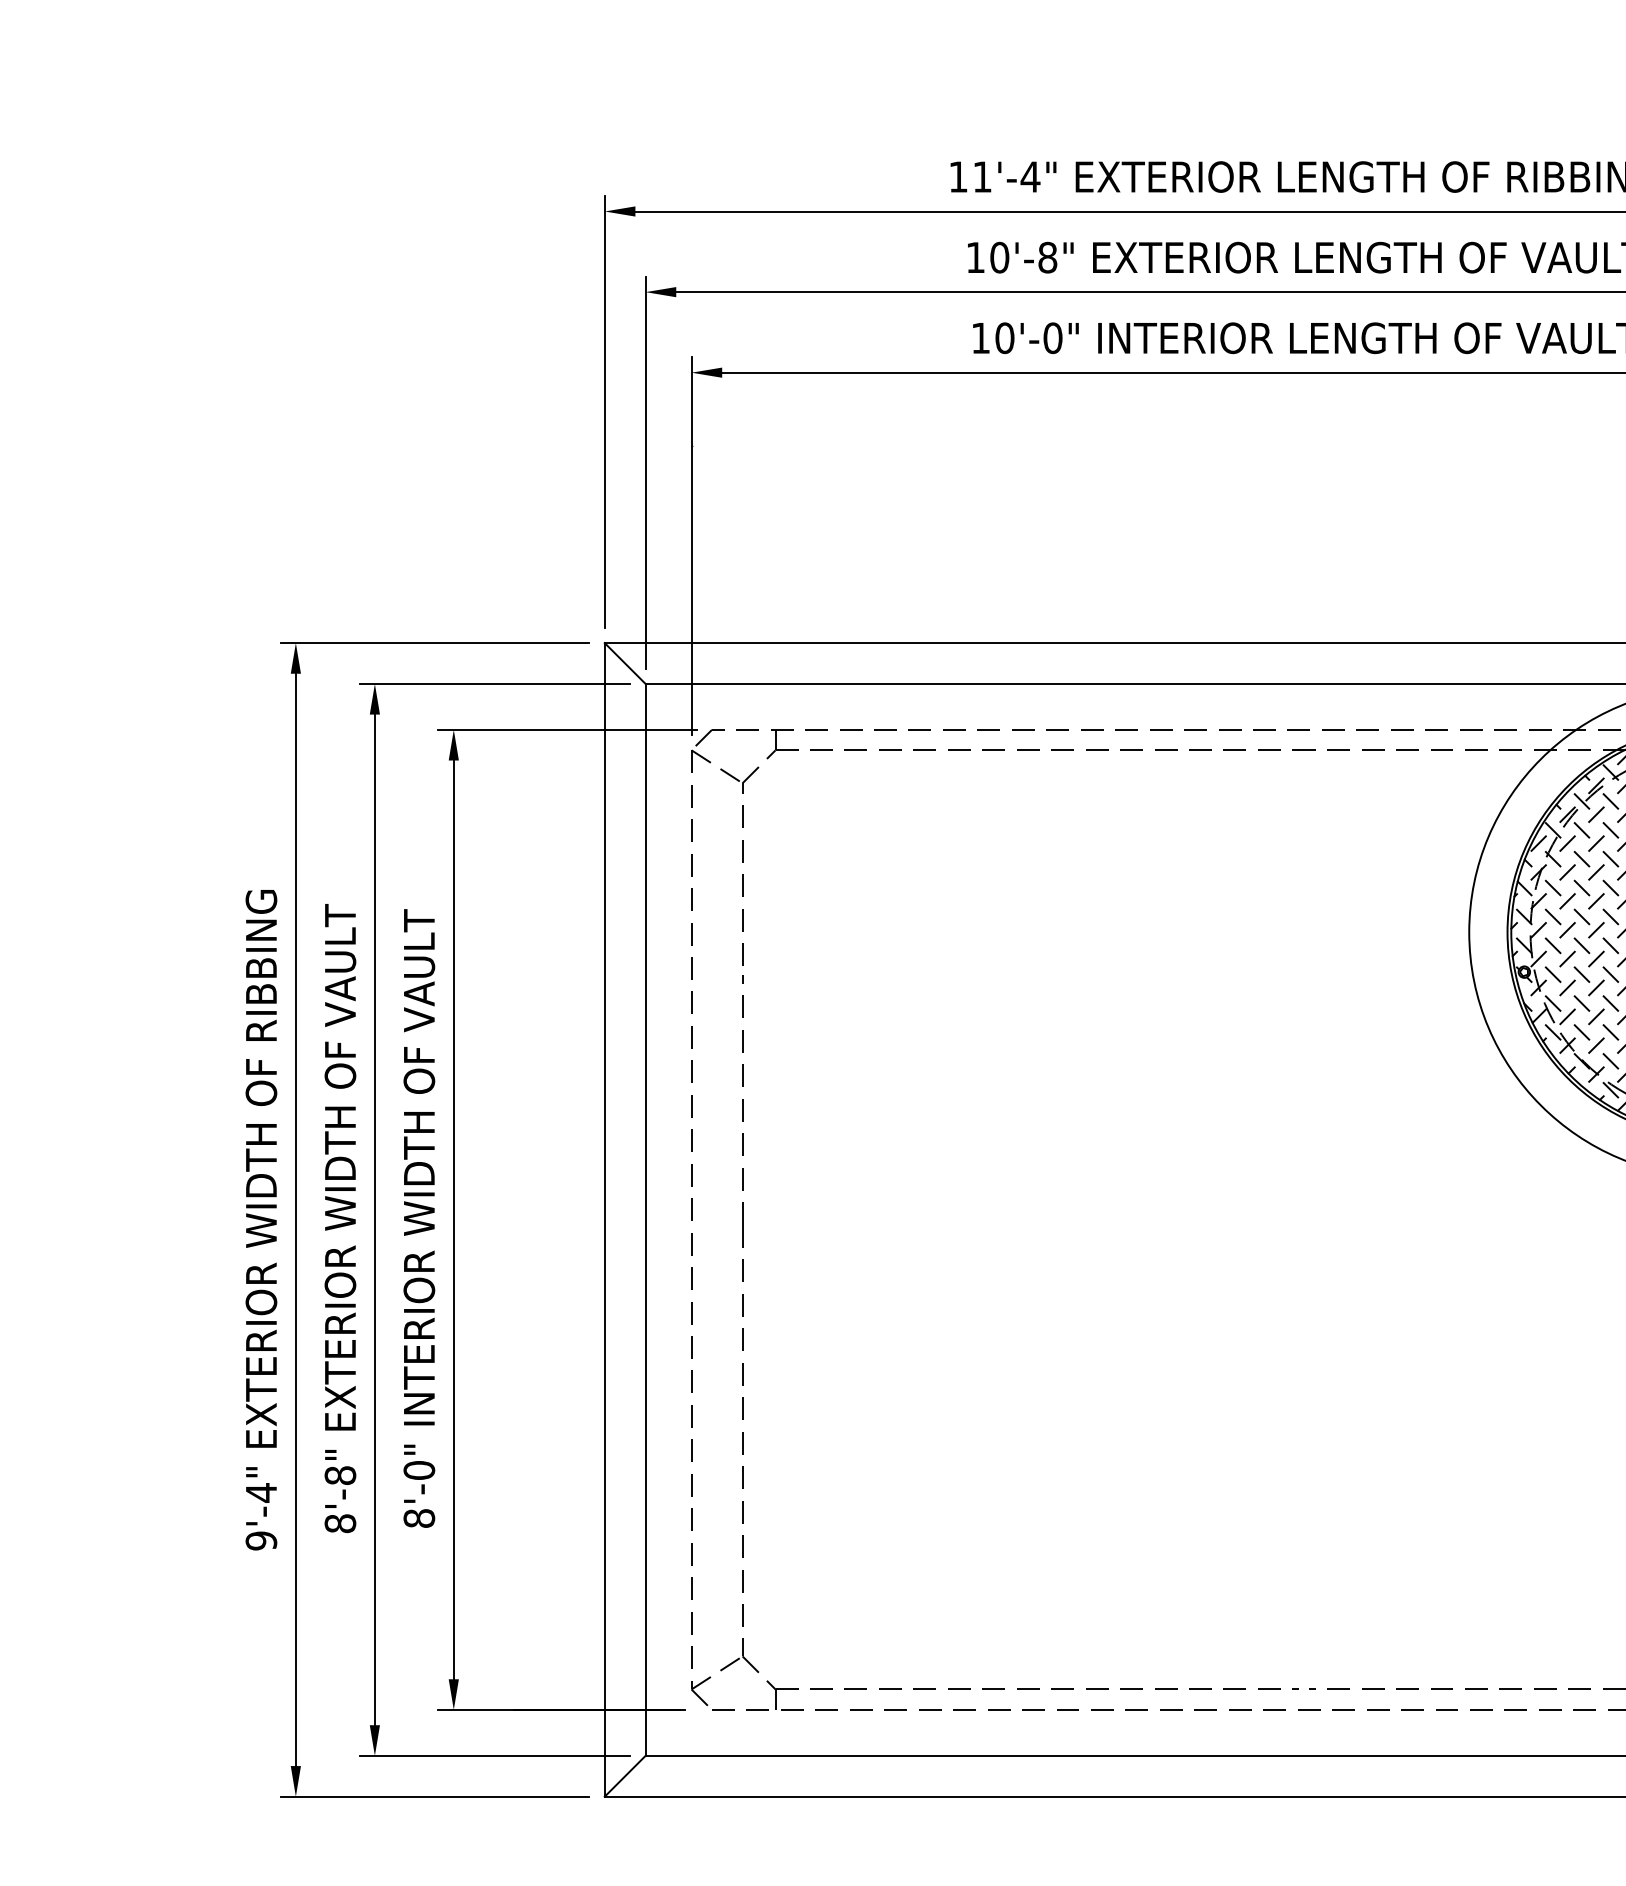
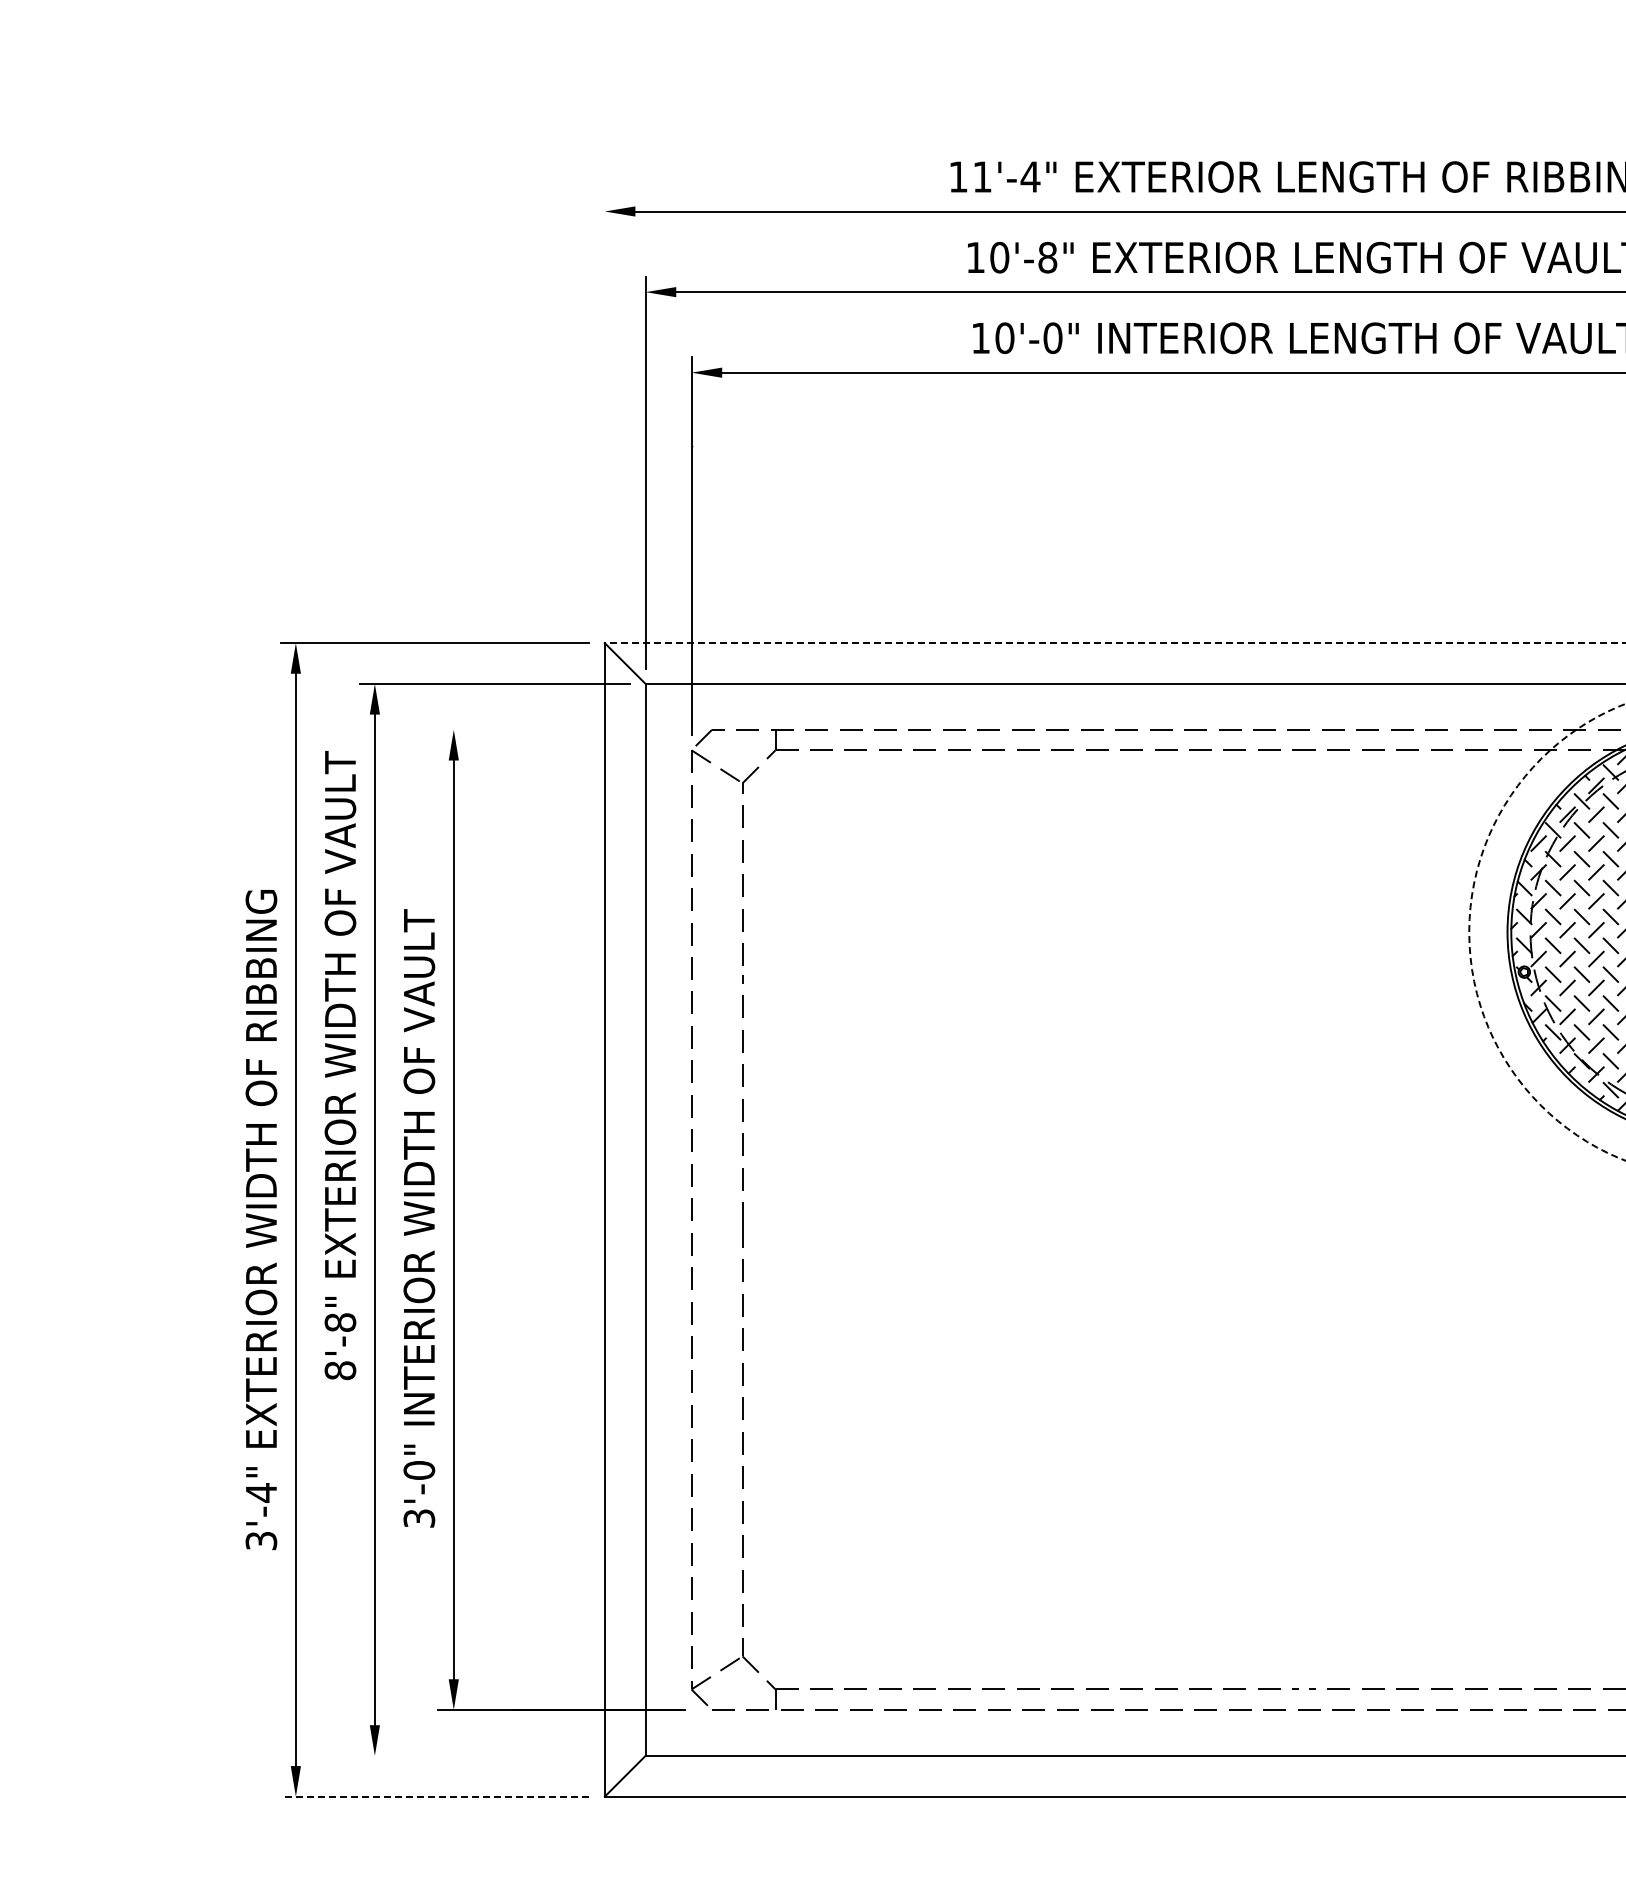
line at (604, 411): present -> none
line at (1114, 643): solid -> dashed
line at (567, 729): present -> none
circle at (1547, 932): solid -> dashed
text at (340, 1218) position: (340, 1218) -> (340, 1065)
text at (419, 1518): 8'-0" -> 3'-0"
text at (261, 1540): 9'-4" -> 3'-4"
line at (494, 1755): present -> none
line at (434, 1796): solid -> dashed
